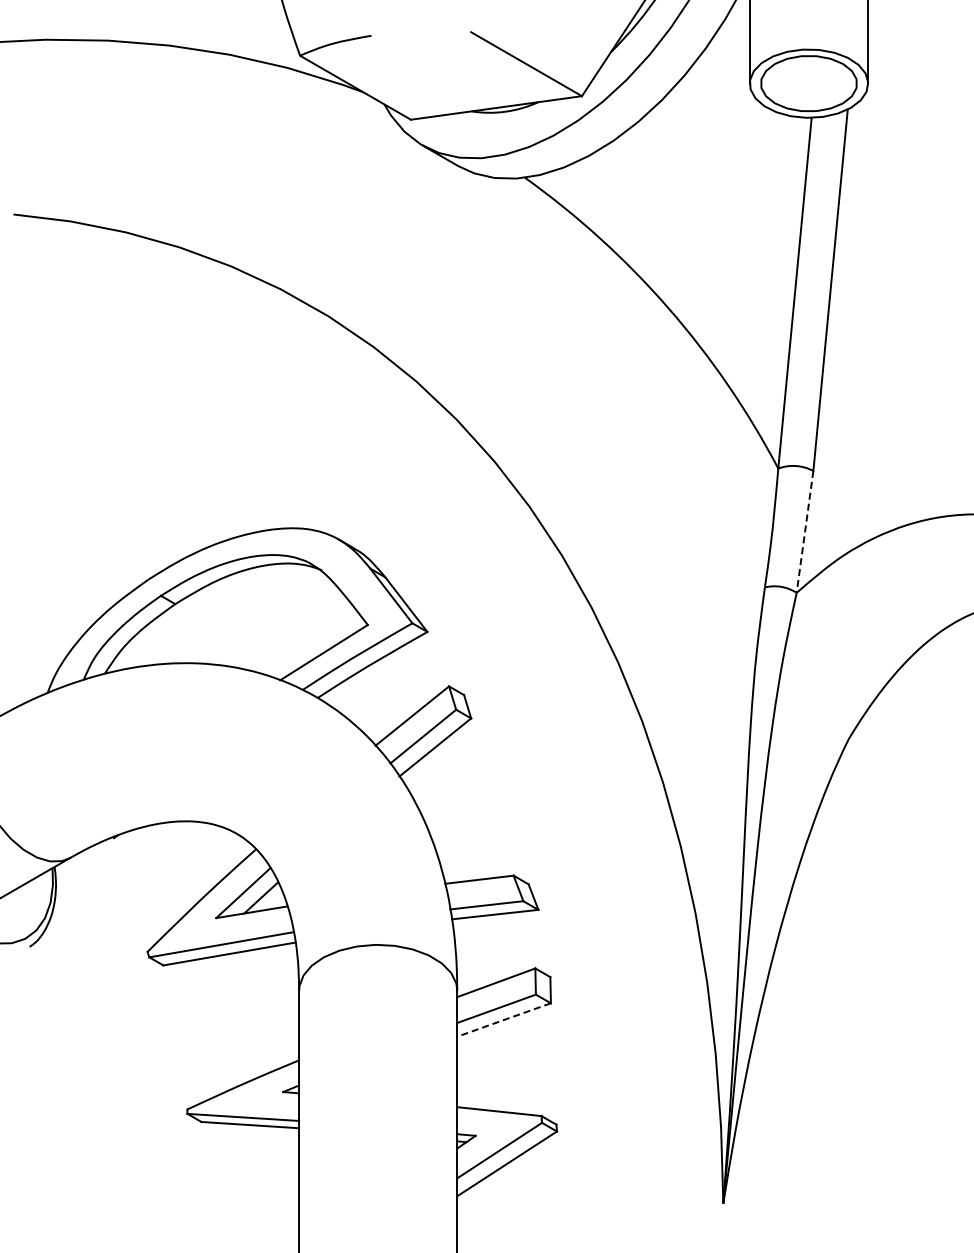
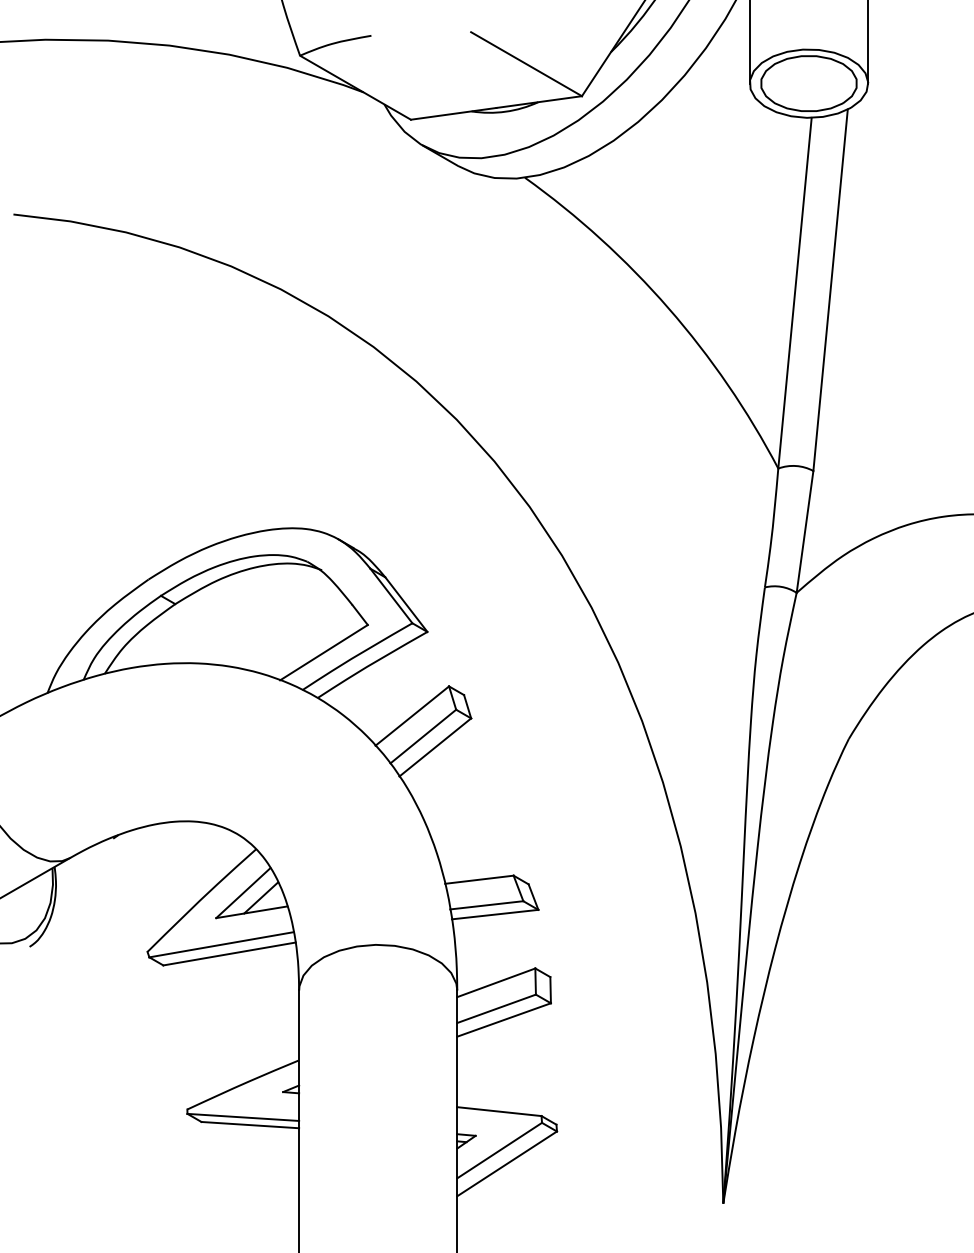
line at (805, 531): dashed -> solid
line at (504, 1019): dashed -> solid
